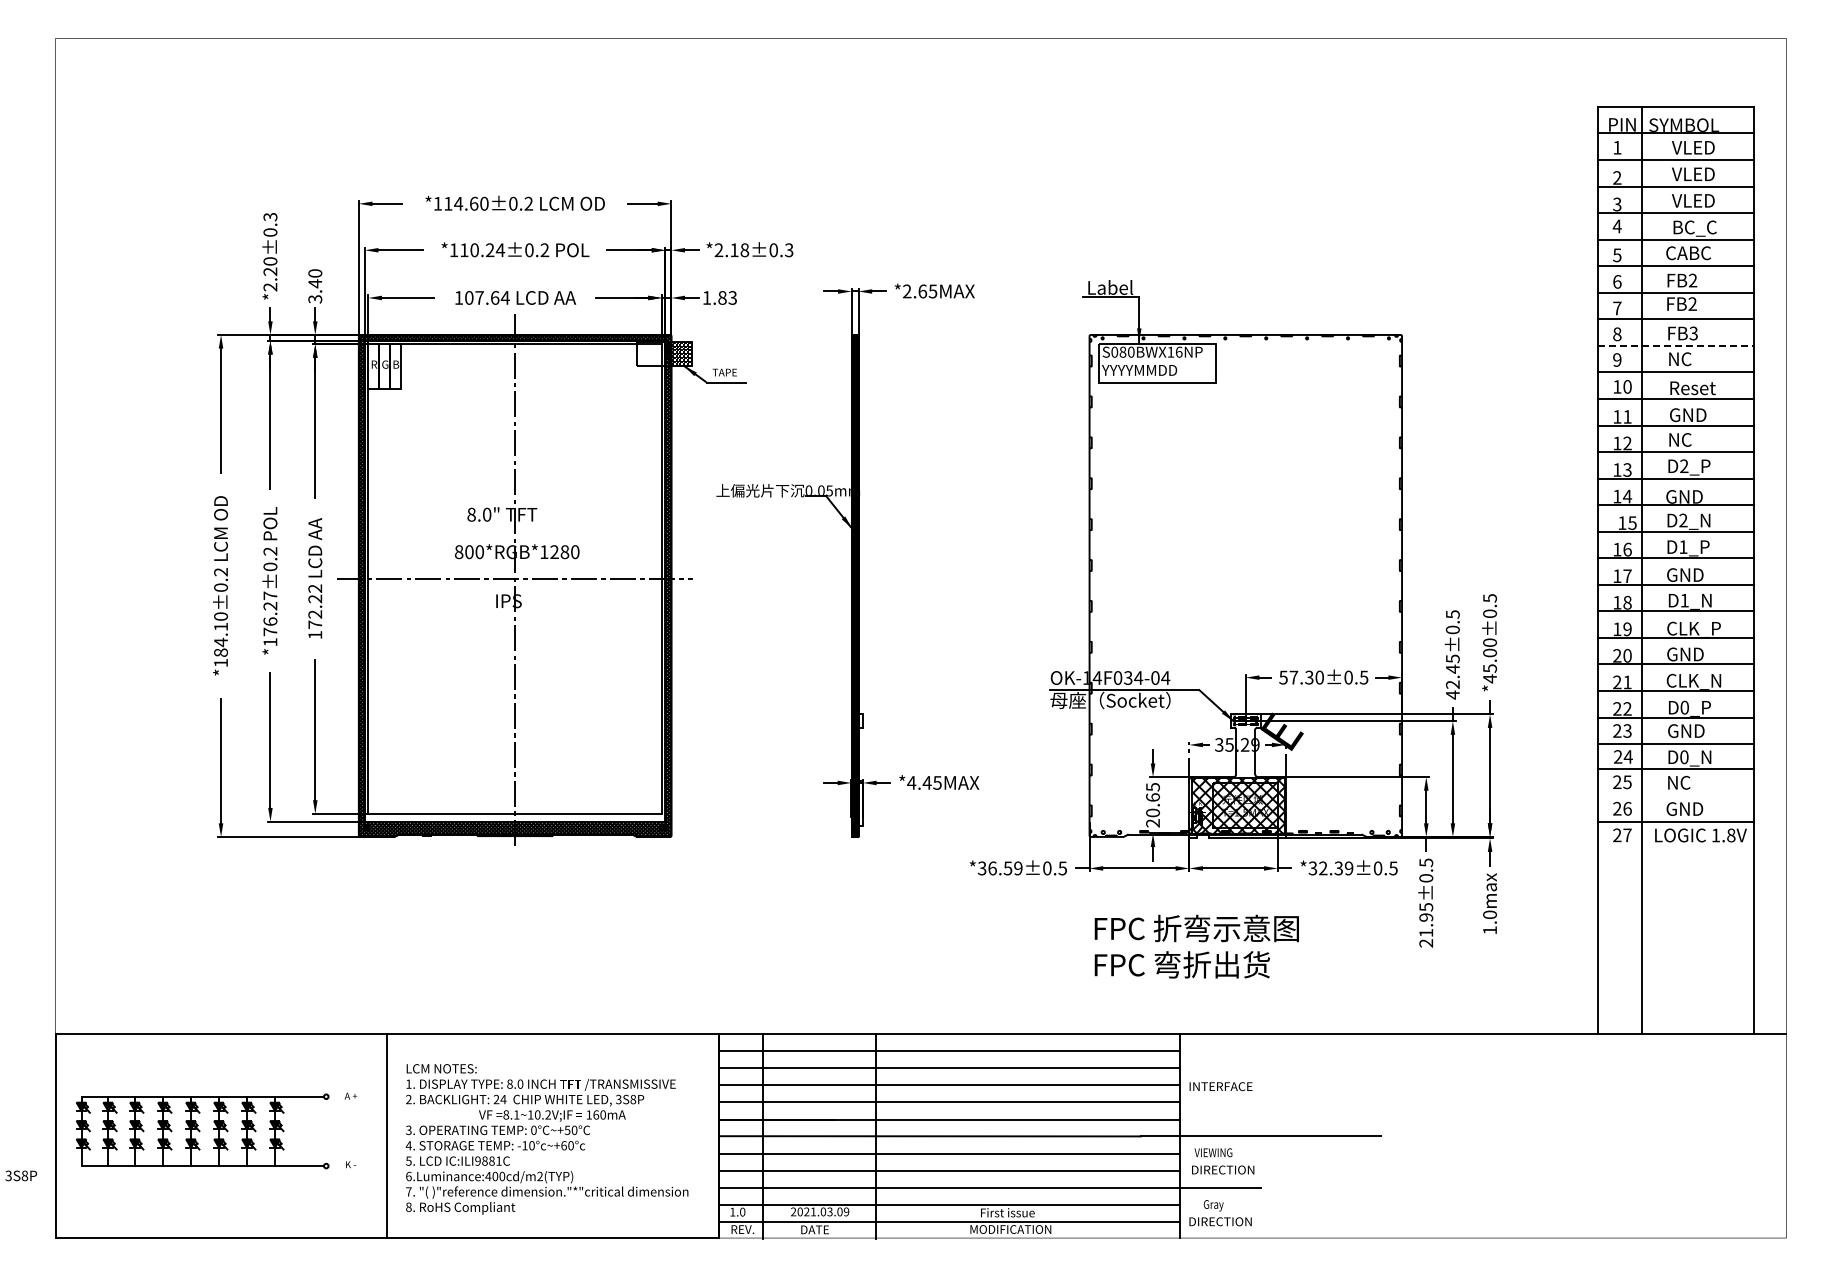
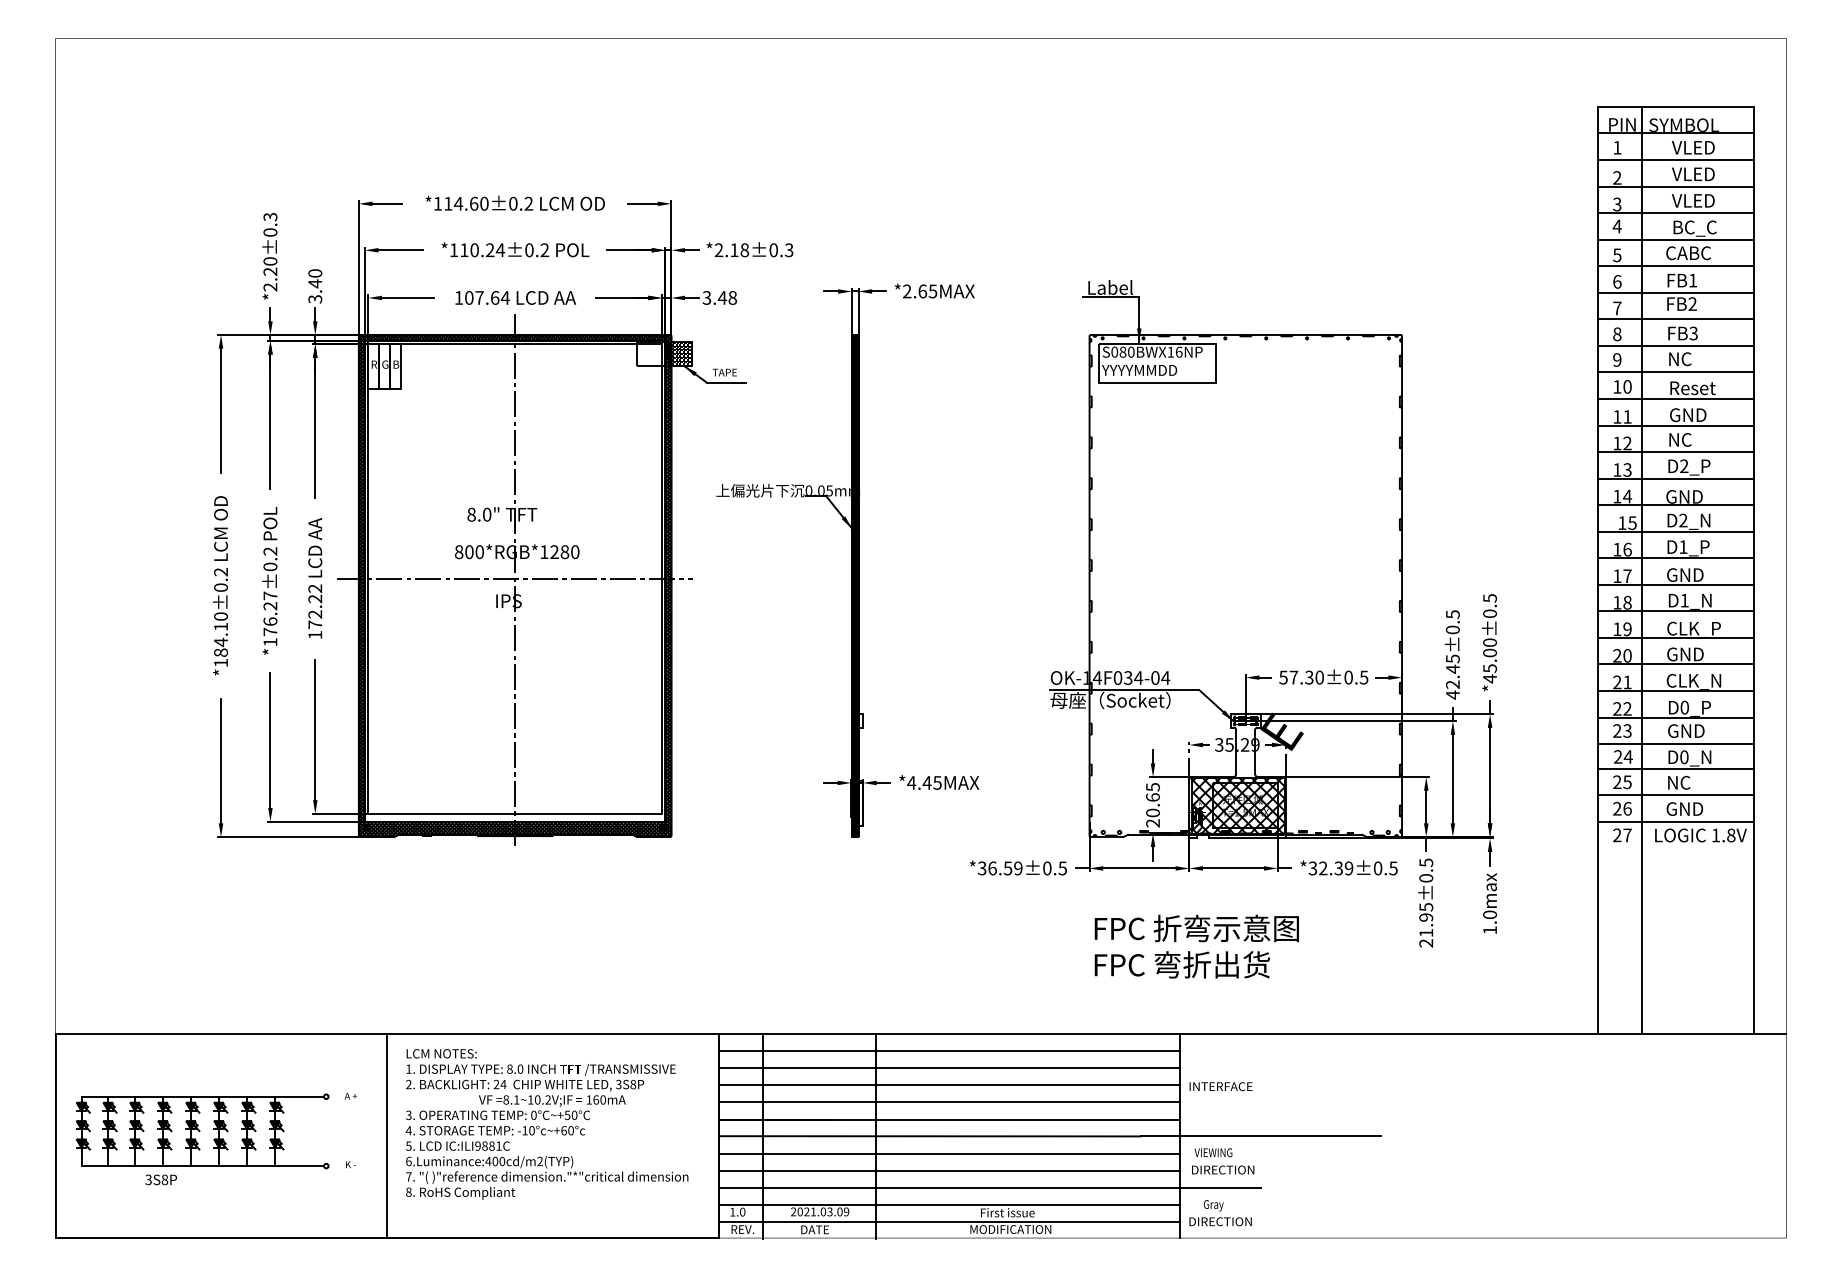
text at (1692, 280): FB2 -> FB1
text at (719, 297): 1.83 -> 3.48
line at (1676, 345): dashed -> solid
line at (1676, 795): none -> present
text at (546, 1139) position: (546, 1139) -> (546, 1124)
text at (20, 1175) position: (20, 1175) -> (160, 1179)
